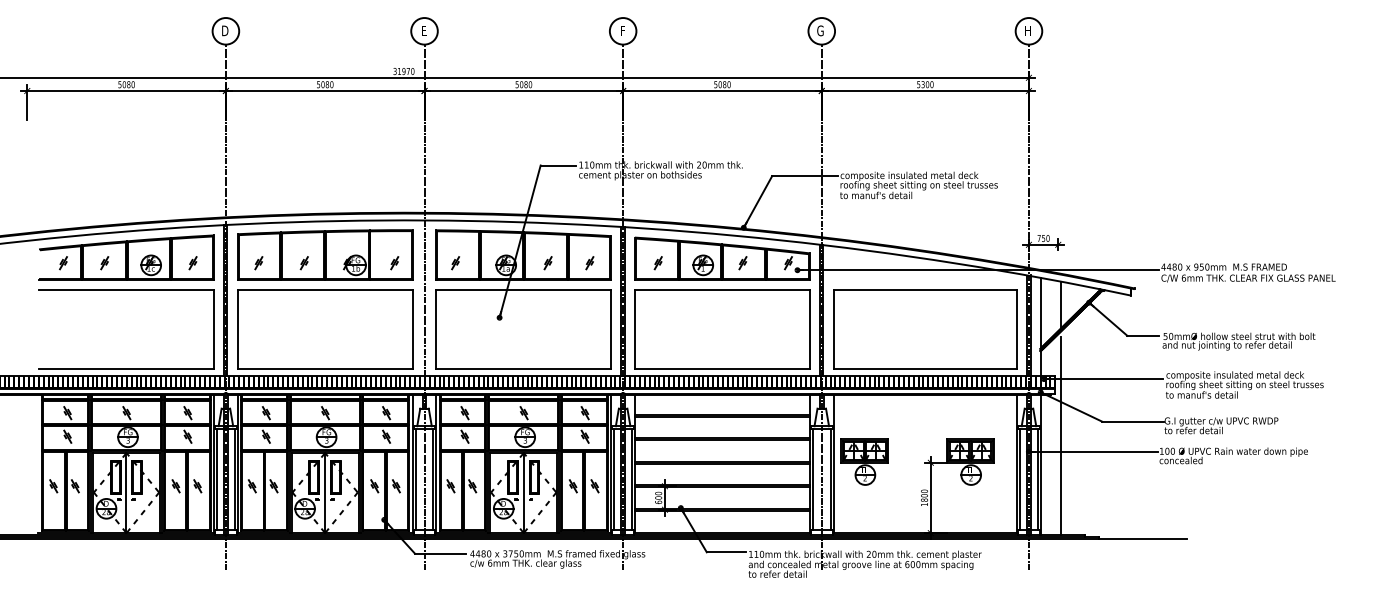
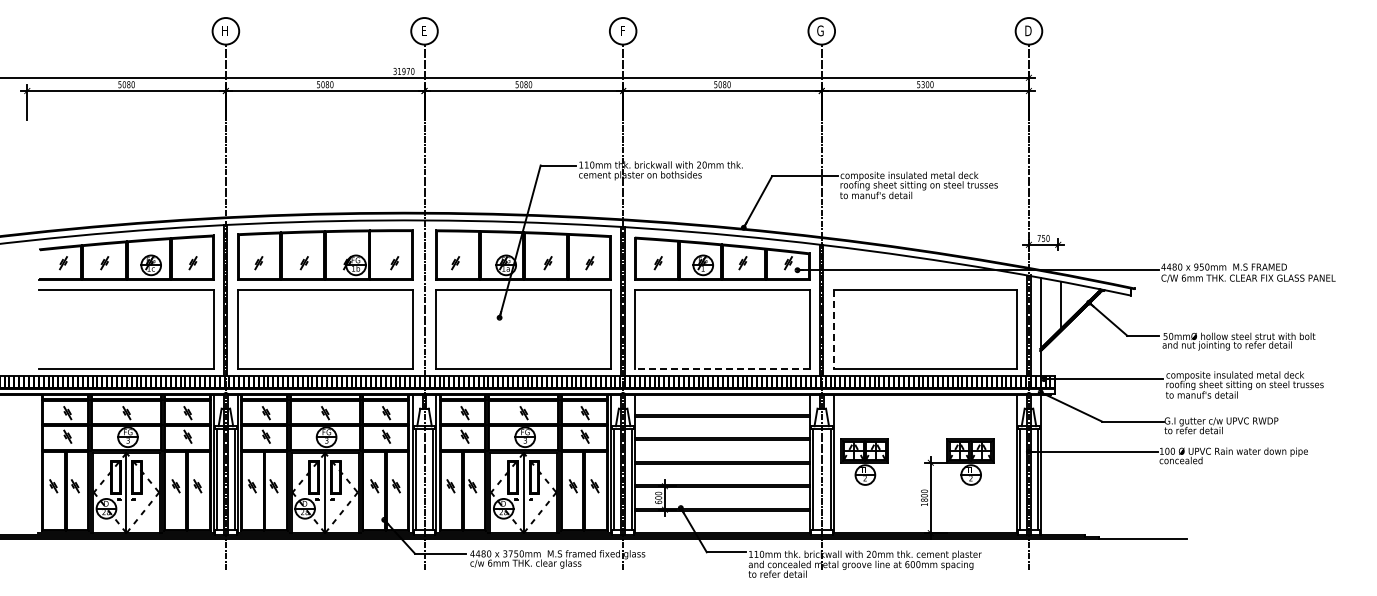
text at (225, 30): D -> H
text at (1028, 30): H -> D
line at (833, 329): solid -> dashed
line at (722, 368): solid -> dashed
line at (1061, 435): present -> none
